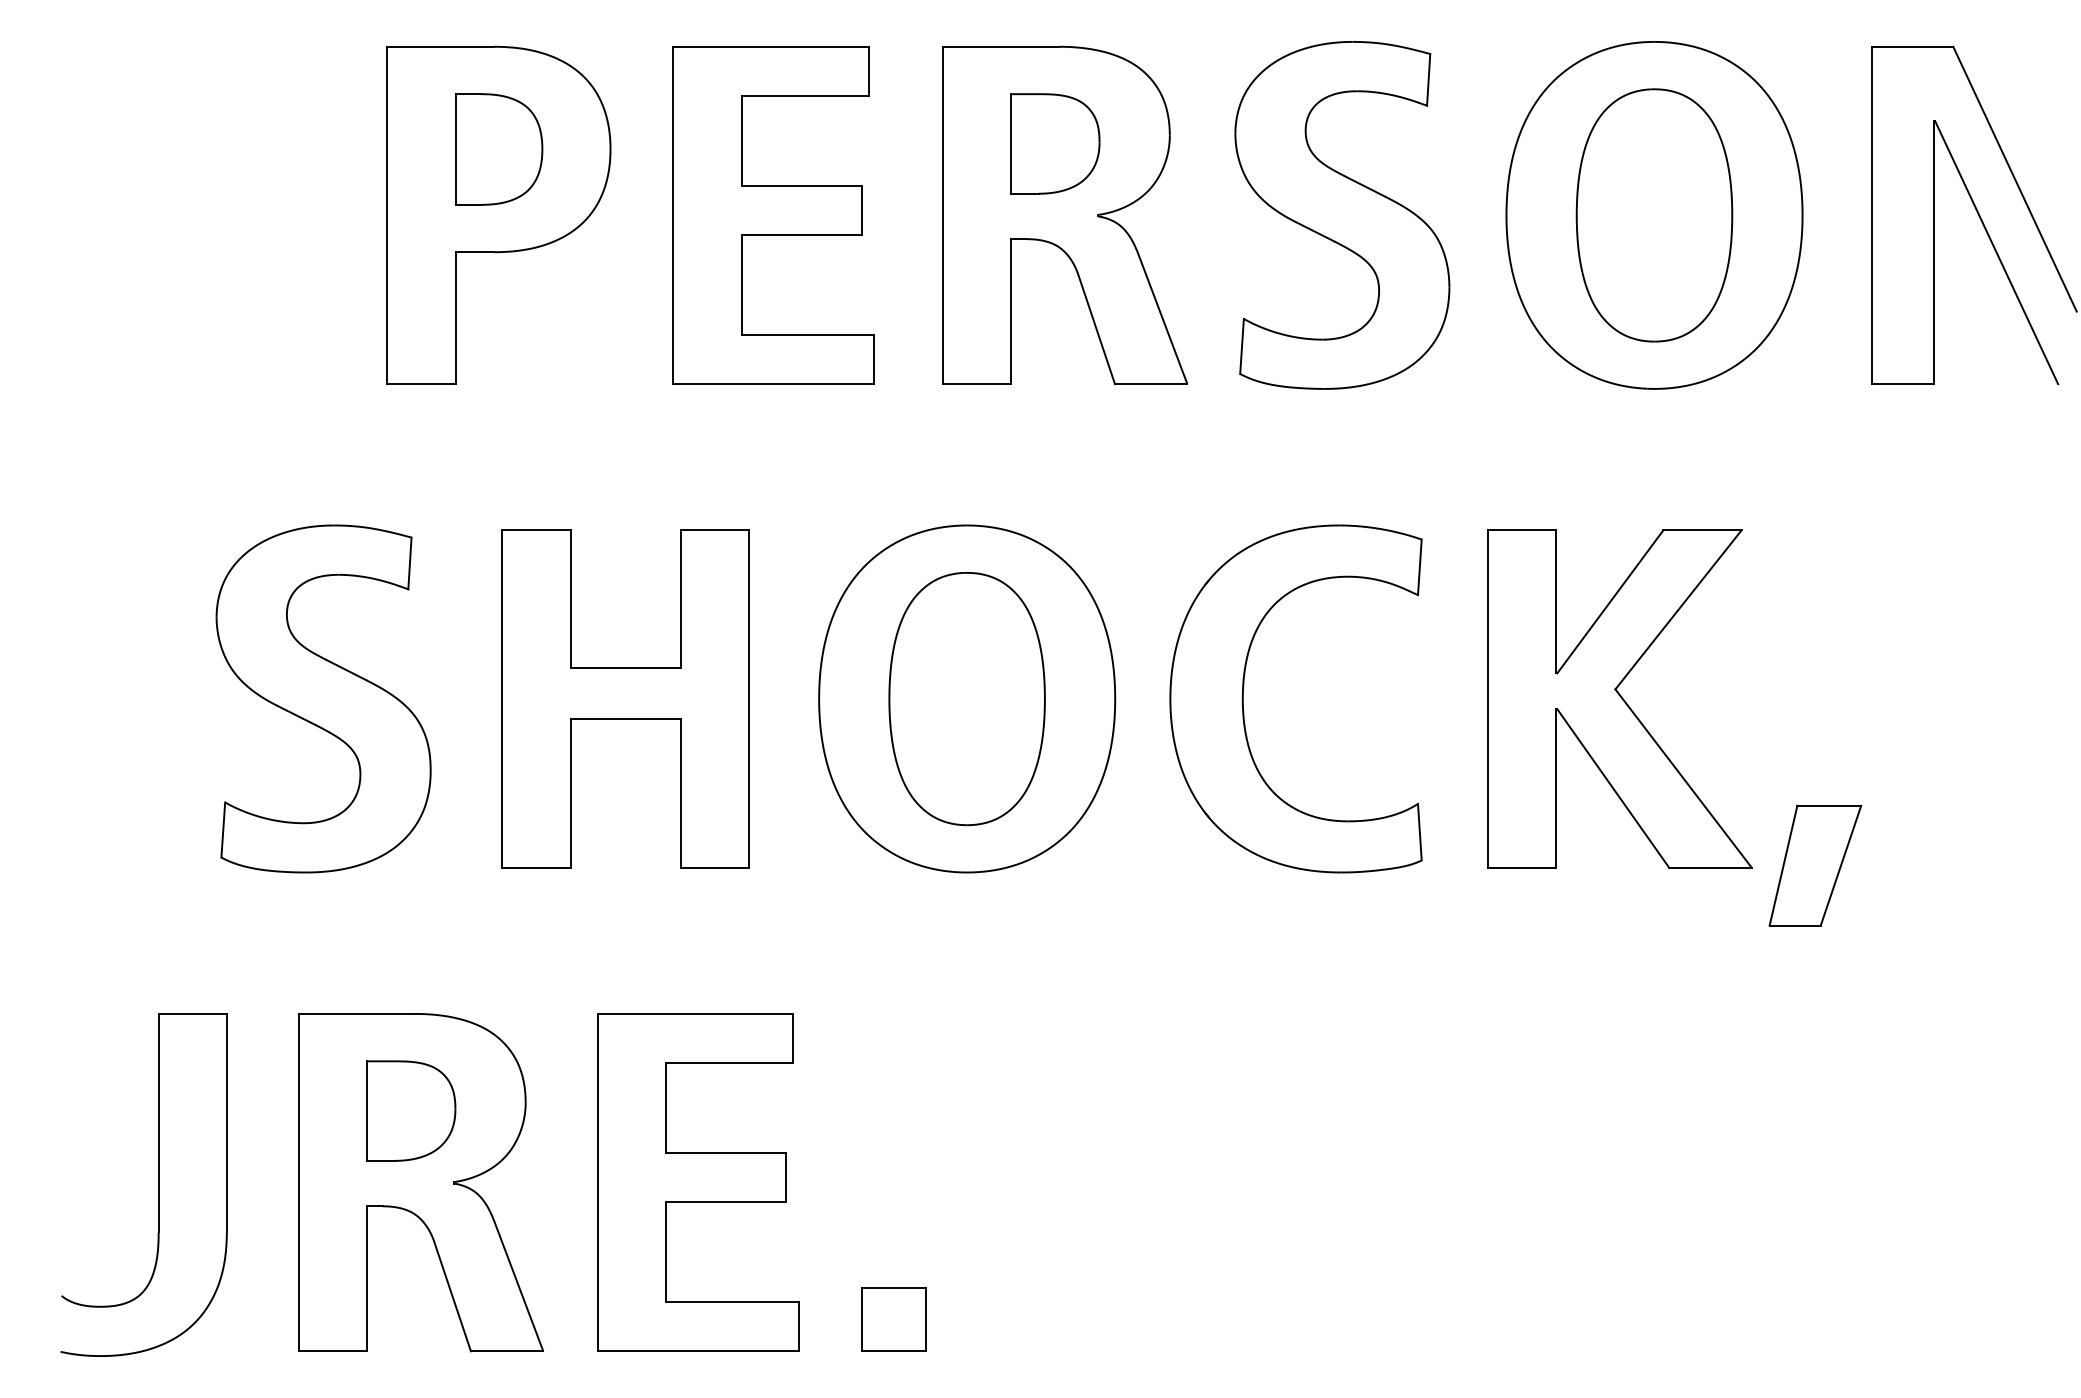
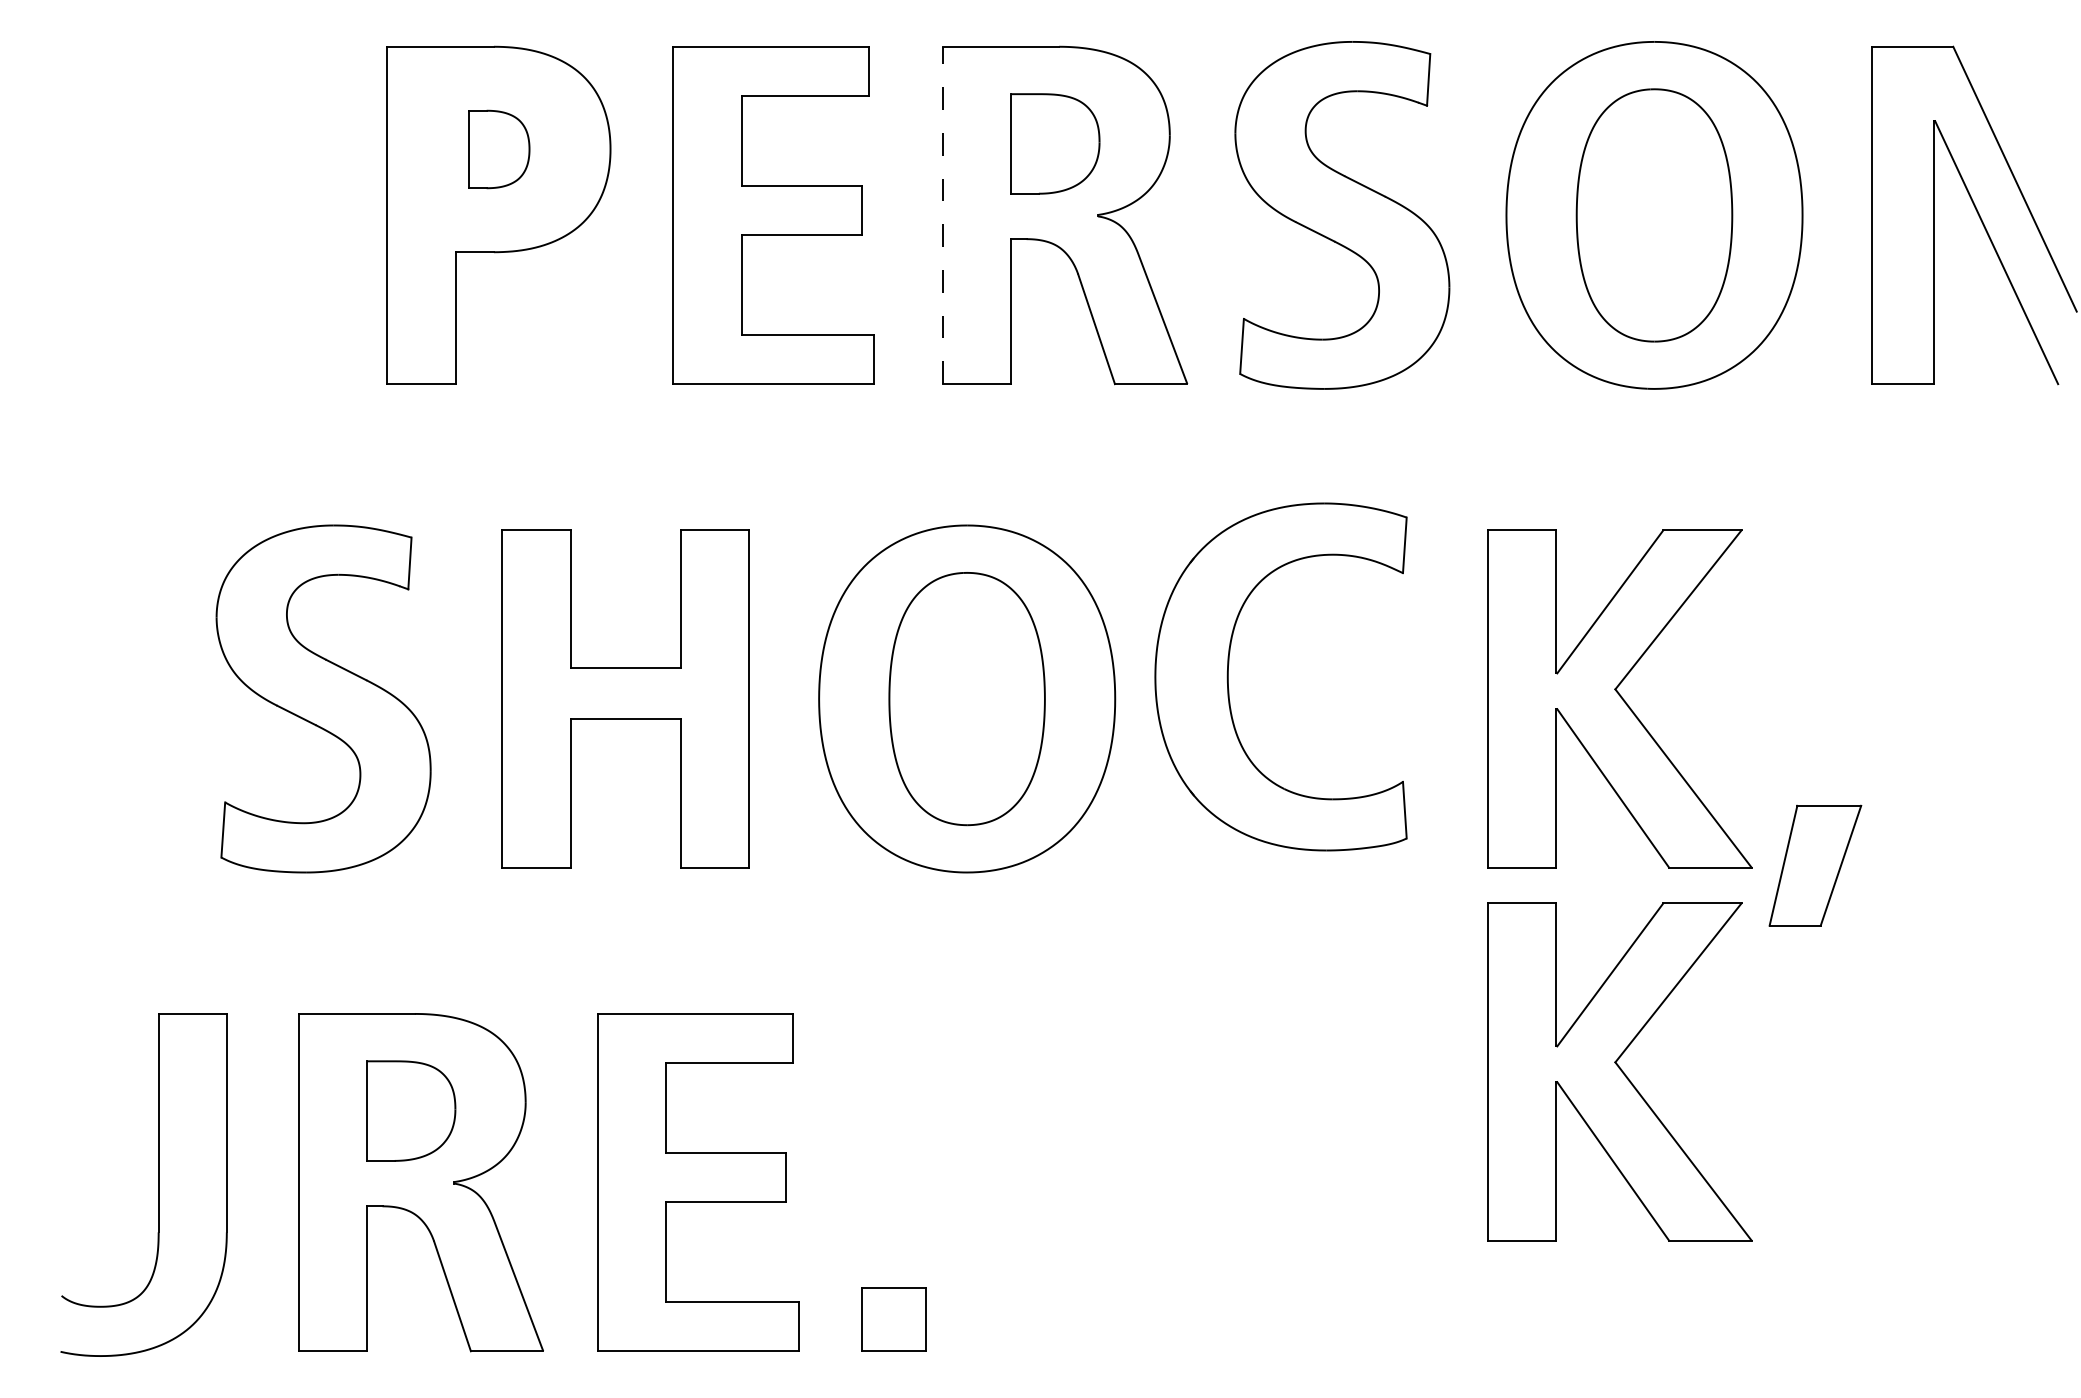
part at (499, 149) size: 89x113 px -> 63x81 px
line at (943, 215): solid -> dashed
part at (1243, 698) position: (1243, 698) -> (1228, 676)
part at (1619, 1071): none -> present
